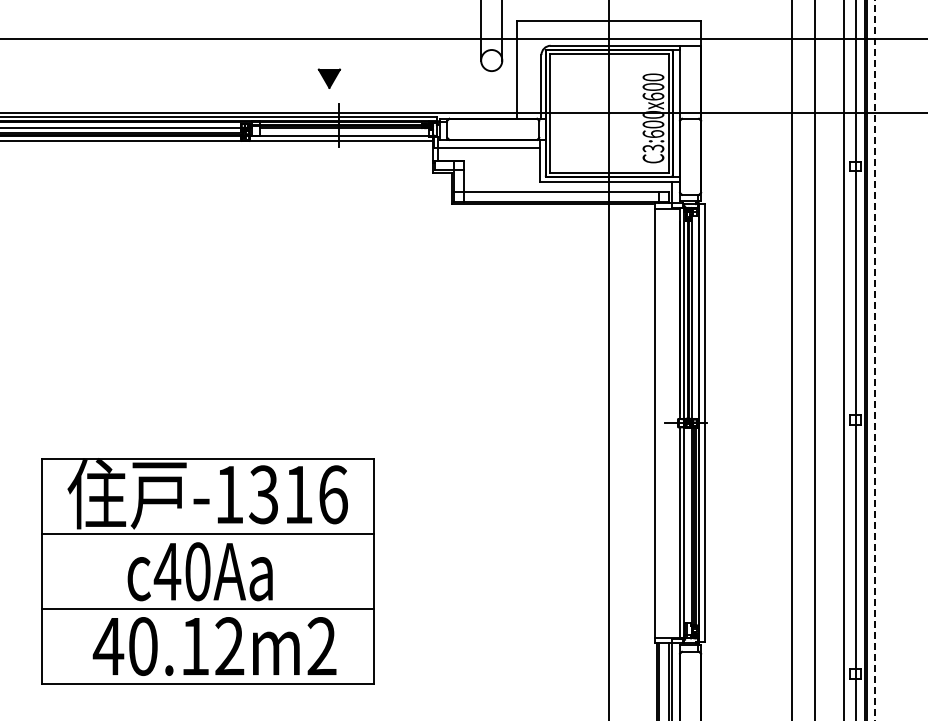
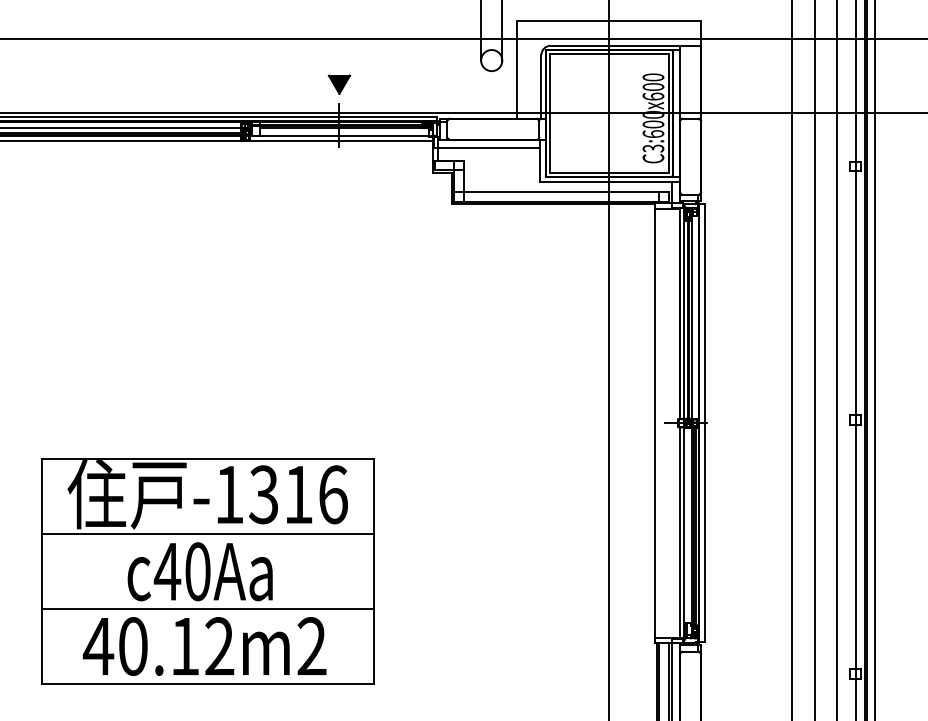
part at (329, 78) position: (329, 78) -> (339, 84)
line at (843, 359) position: (843, 359) -> (836, 359)
line at (874, 360): dashed -> solid
text at (214, 646) position: (214, 646) -> (204, 646)
